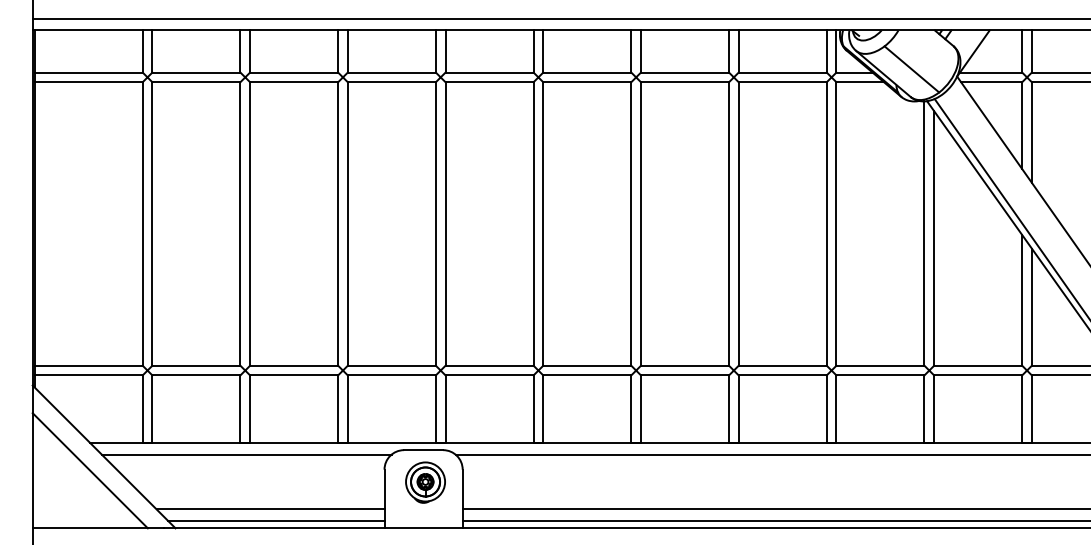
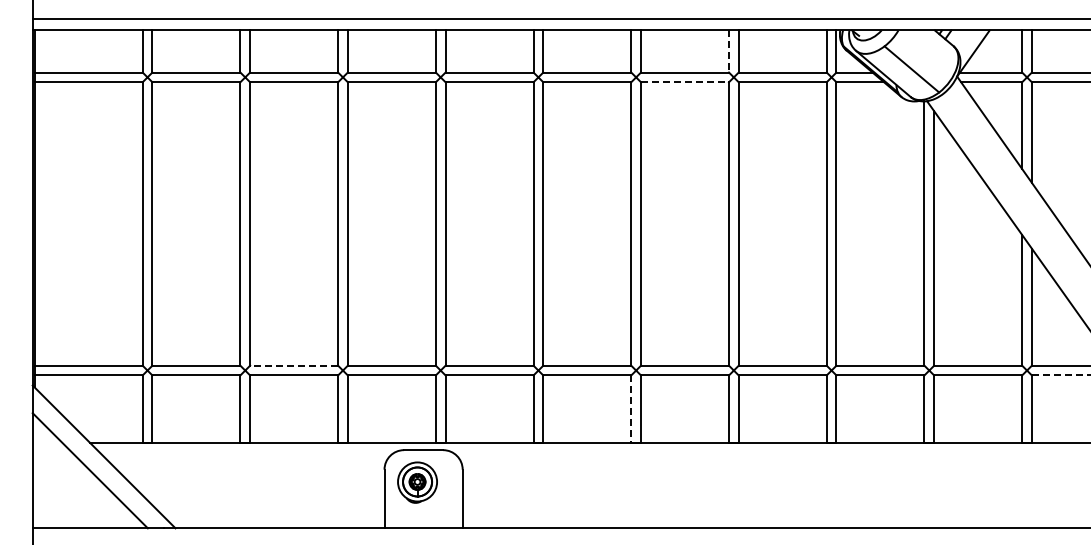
line at (728, 51): solid -> dashed
line at (685, 82): solid -> dashed
line at (1010, 207): present -> none
line at (294, 365): solid -> dashed
line at (1061, 375): solid -> dashed
line at (631, 409): solid -> dashed
line at (246, 454): present -> none
line at (771, 454): present -> none
part at (425, 482) position: (425, 482) -> (417, 482)
line at (270, 509): present -> none
line at (774, 509): present -> none
line at (276, 521): present -> none
line at (774, 521): present -> none
